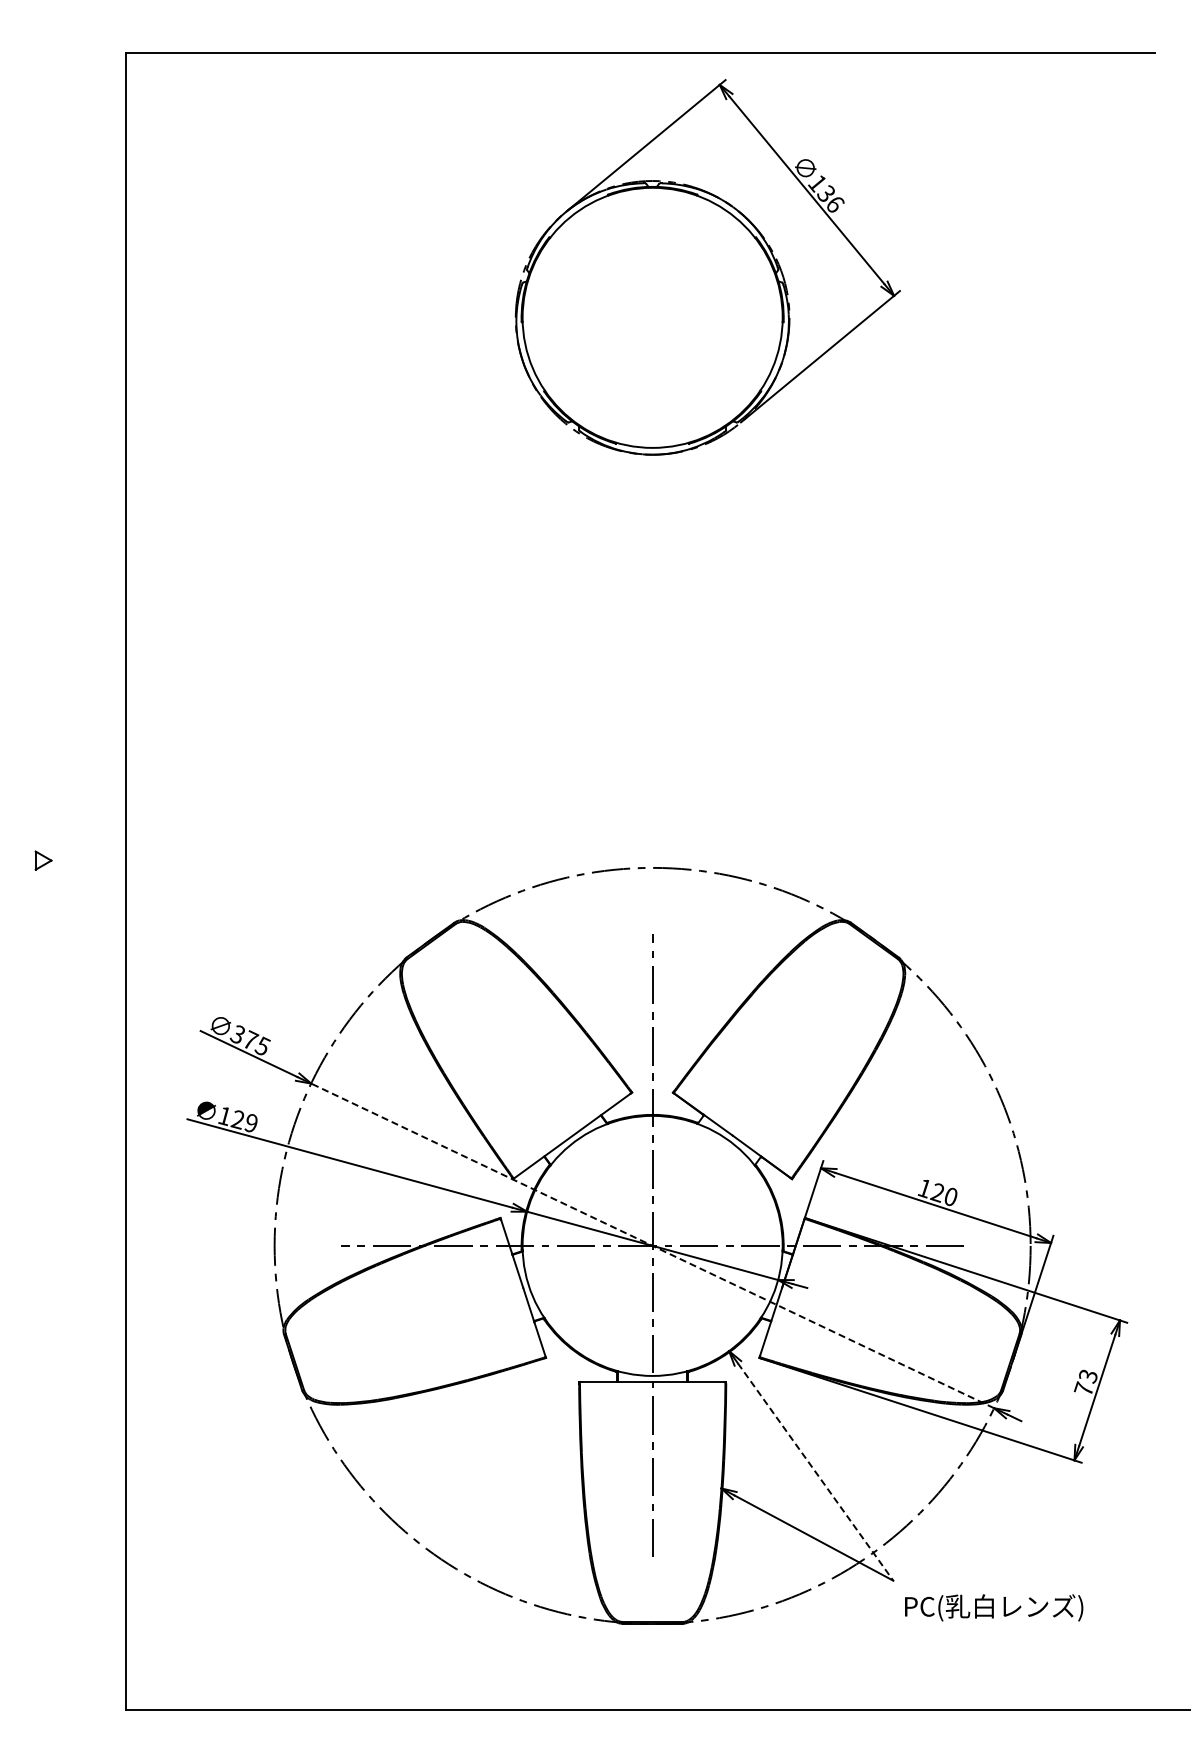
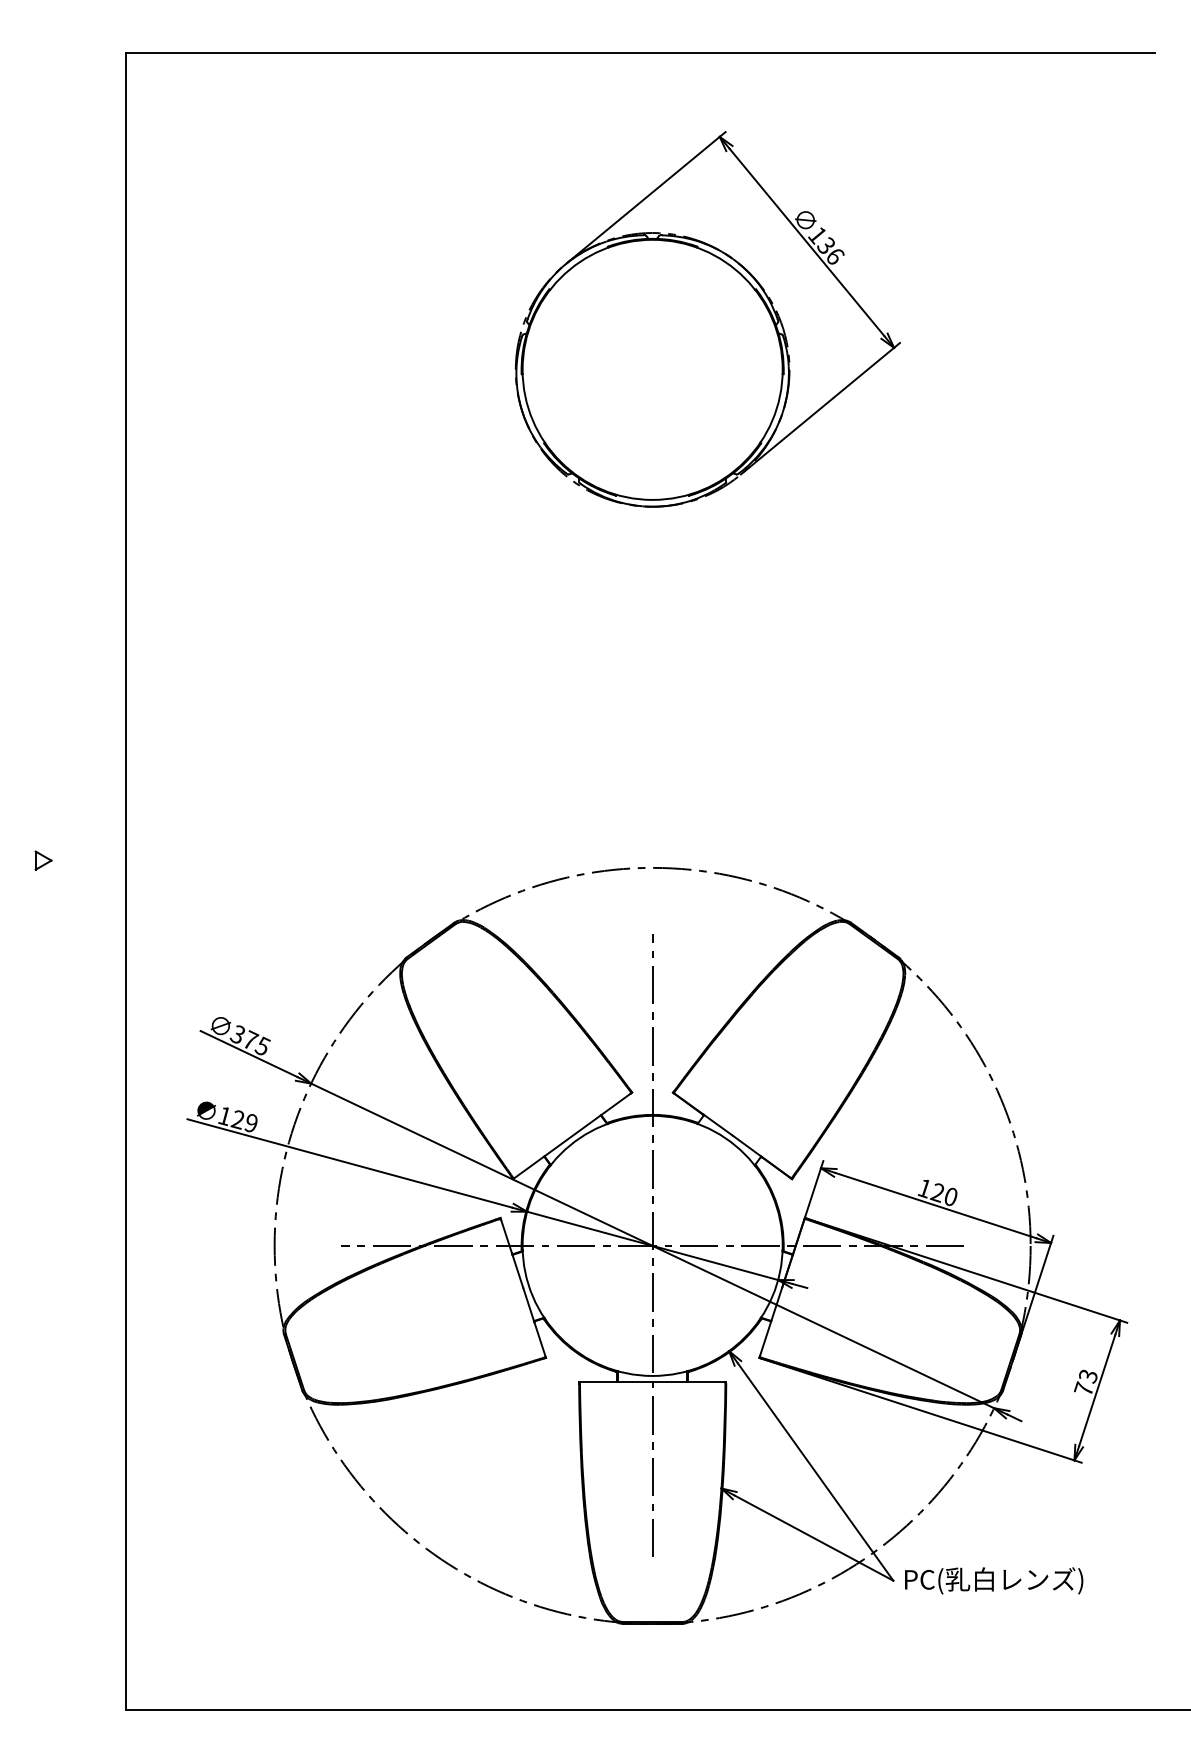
part at (707, 267) position: (707, 267) -> (707, 319)
line at (652, 1245): dashed -> solid
line at (815, 1472): dashed -> solid
text at (994, 1607) position: (994, 1607) -> (994, 1580)
